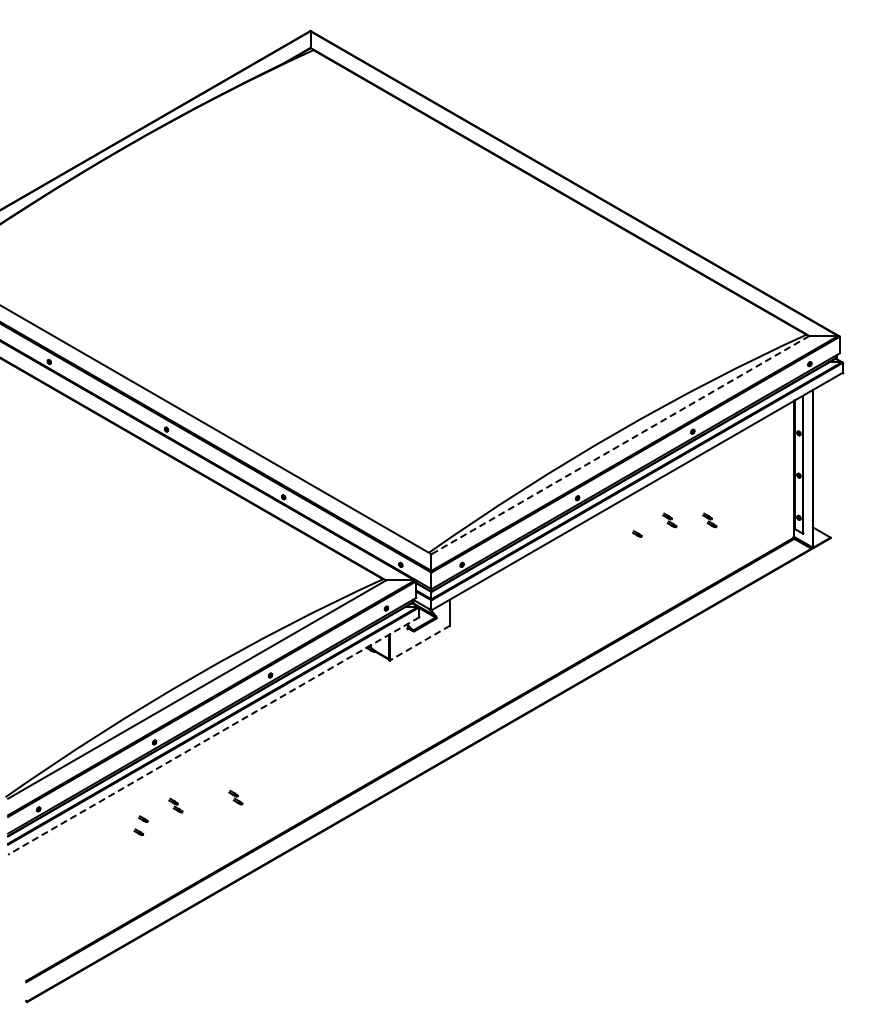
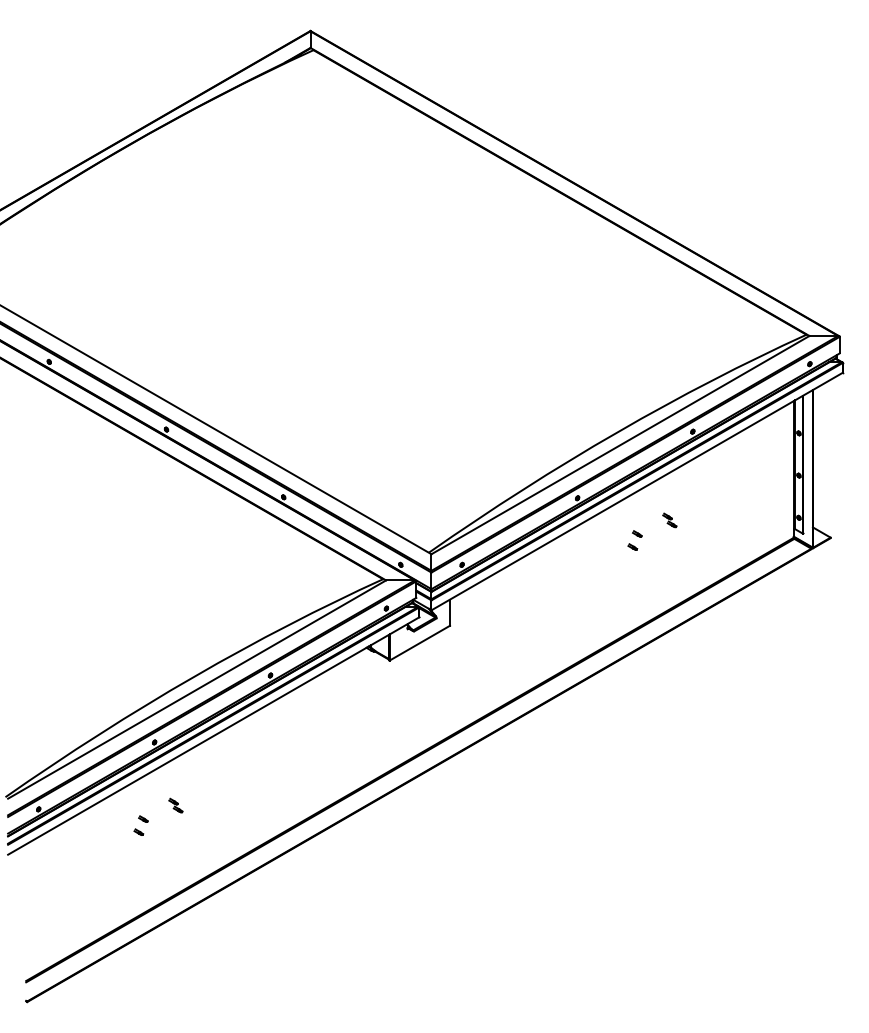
line at (620, 445): dashed -> solid
part at (709, 520): present -> none
part at (632, 546): none -> present
line at (419, 643): dashed -> solid
line at (213, 736): dashed -> solid
part at (235, 797): present -> none
